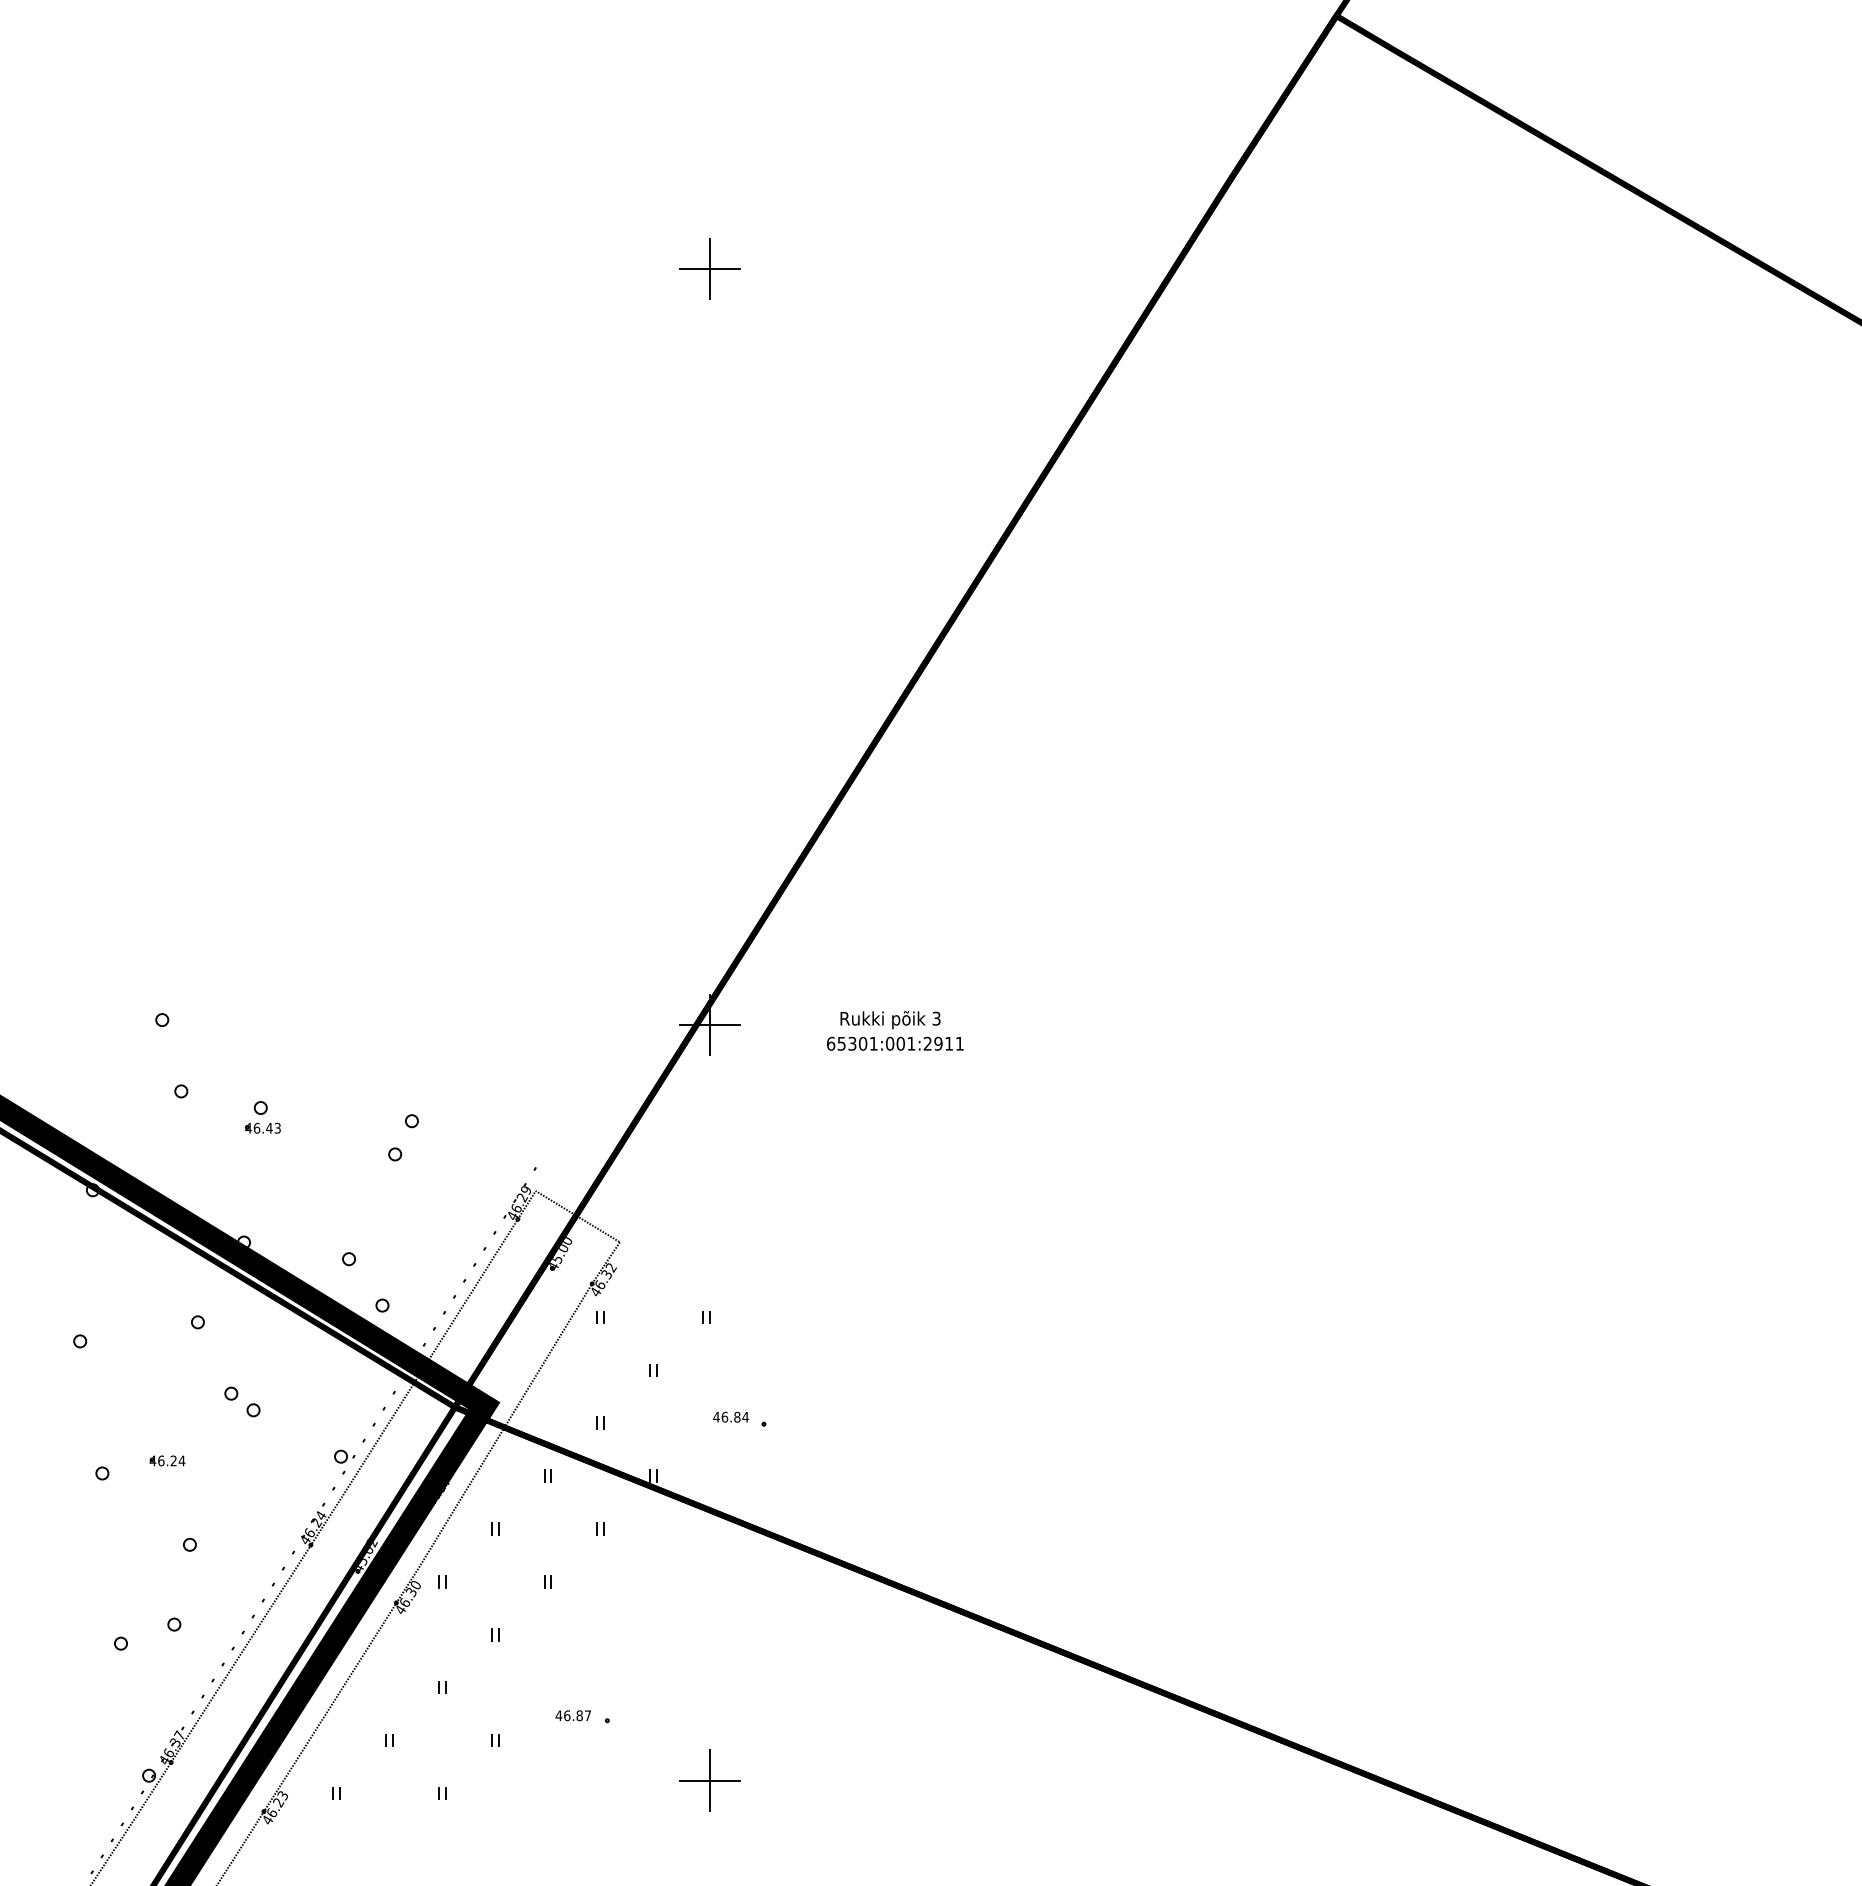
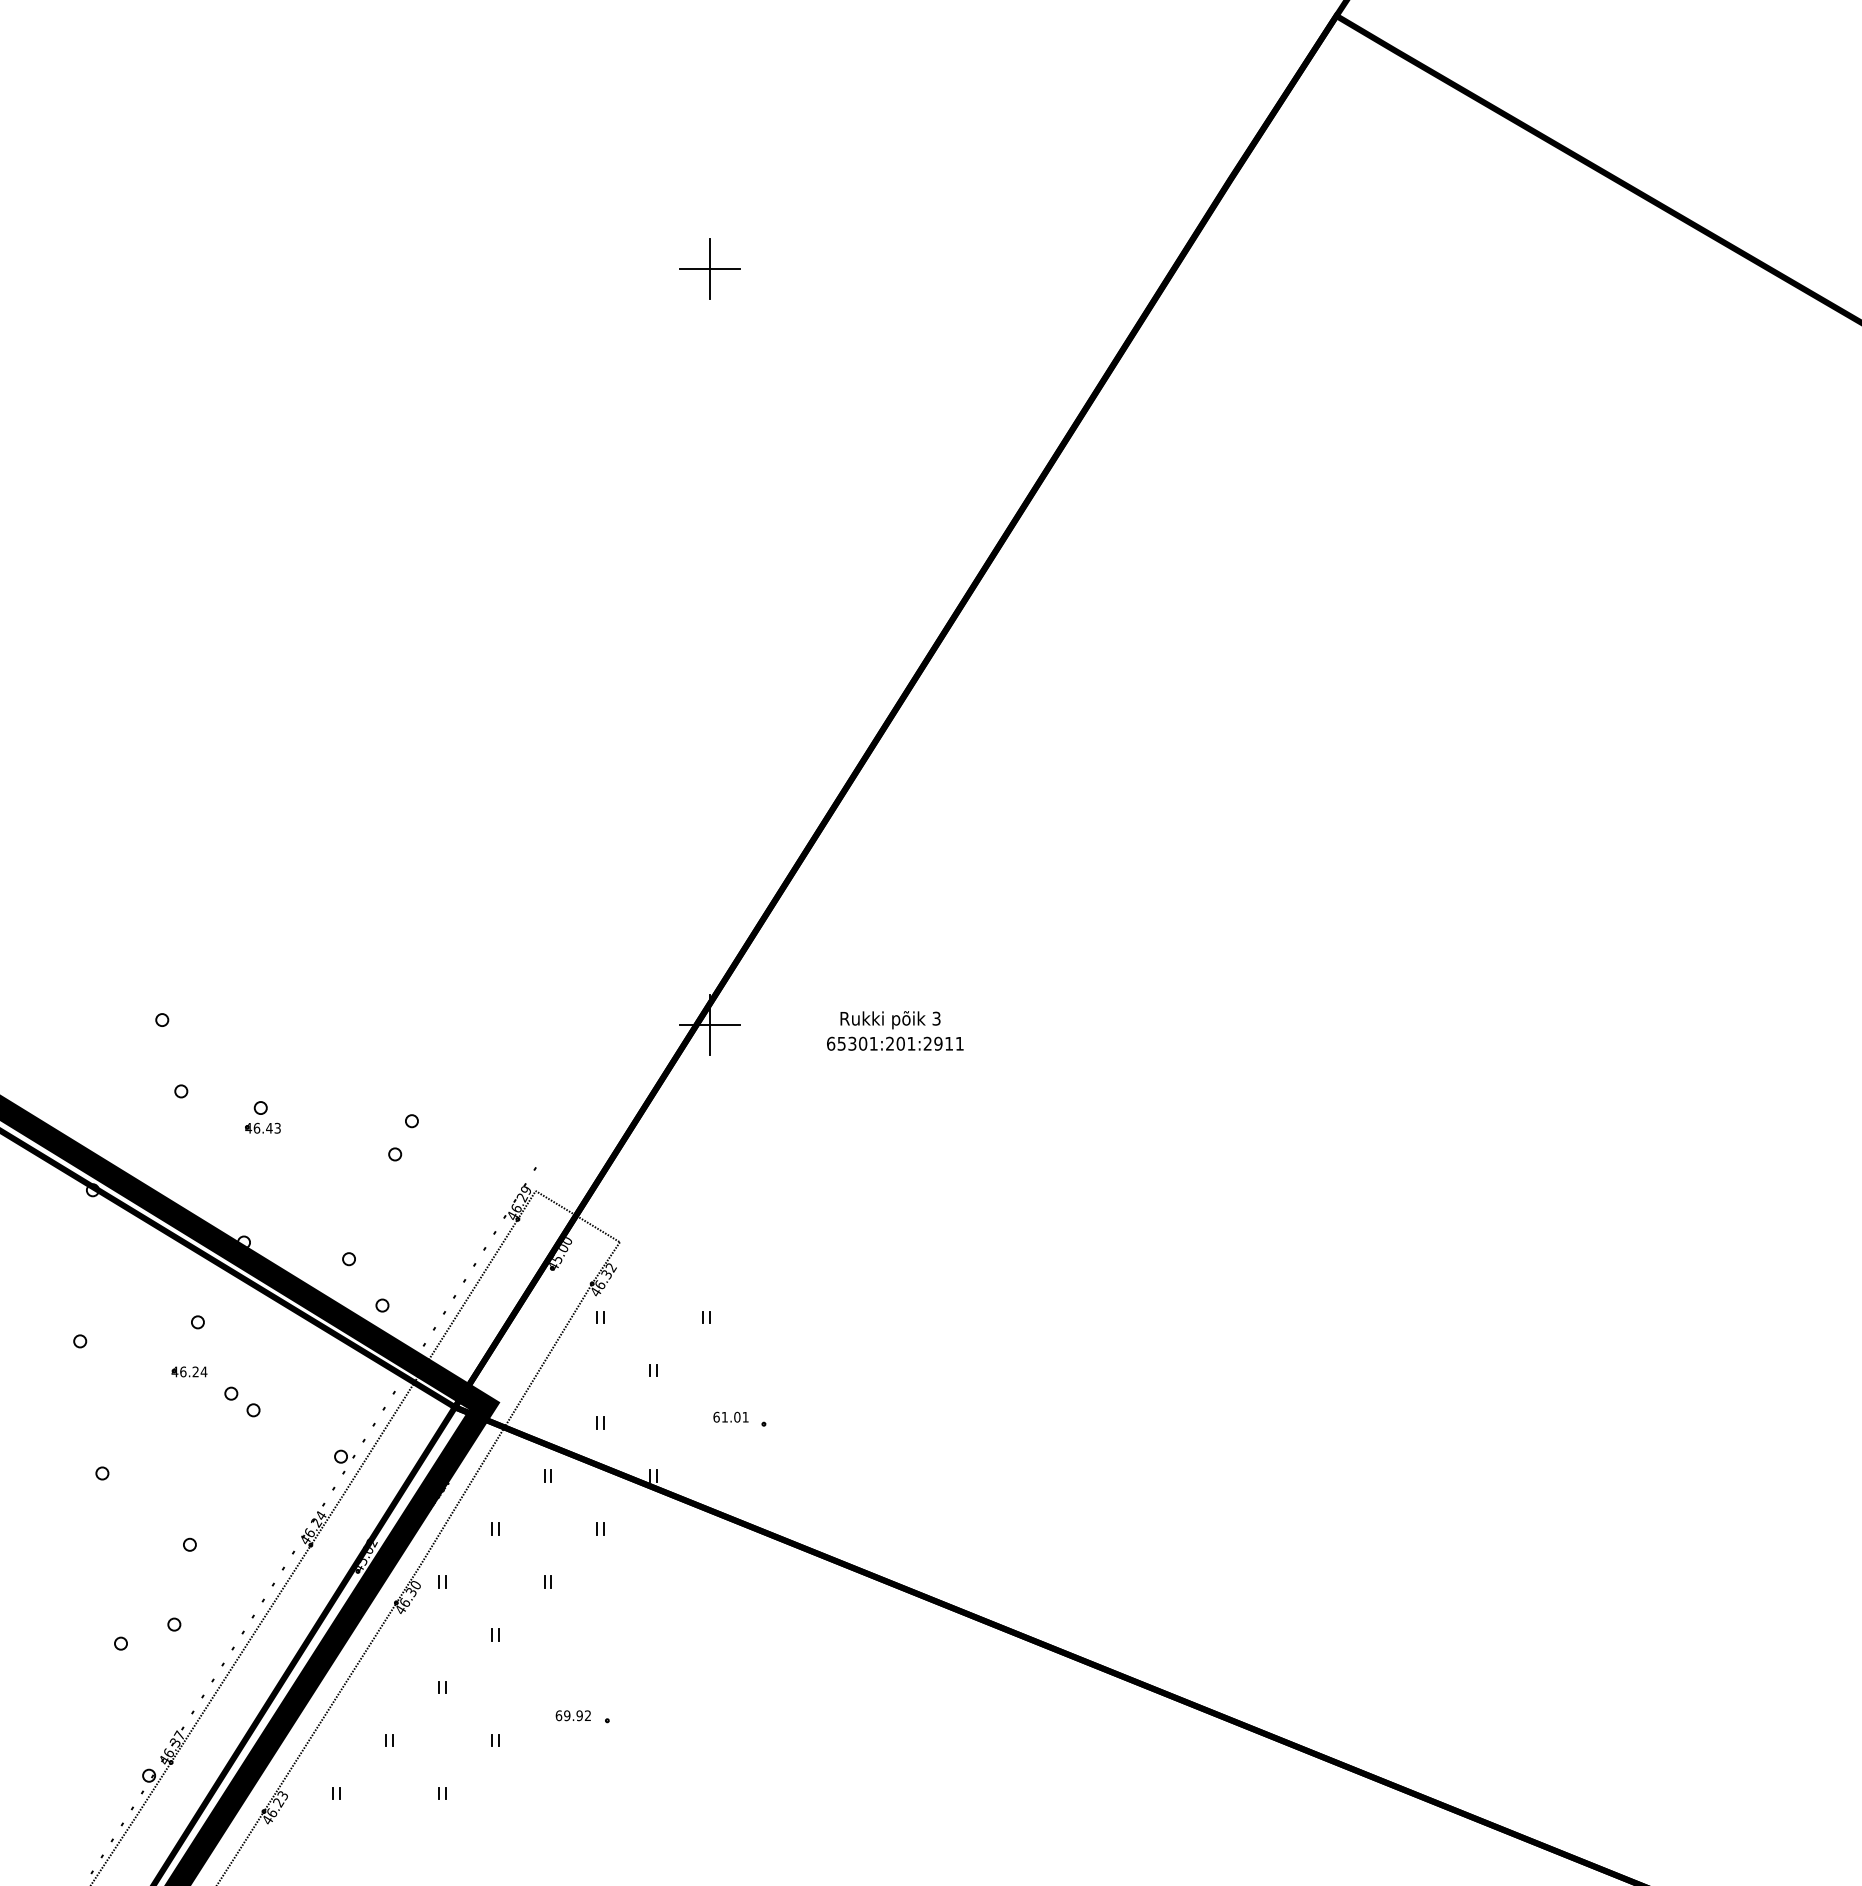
text at (890, 1043): 65301:001:2911 -> 65301:201:2911
text at (731, 1416): 46.84 -> 61.01
part at (167, 1460) position: (167, 1460) -> (189, 1371)
text at (572, 1715): 46.87 -> 69.92
part at (709, 1780): present -> none
